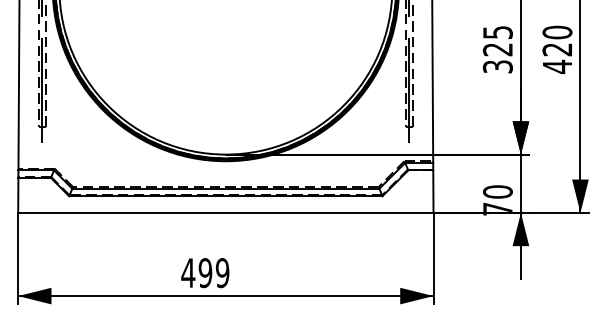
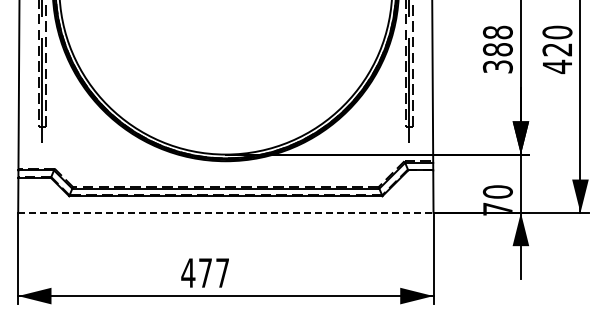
text at (497, 40): 325 -> 388
line at (225, 212): solid -> dashed
text at (213, 273): 499 -> 477
